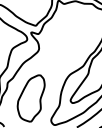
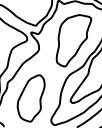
part at (73, 40): none -> present
